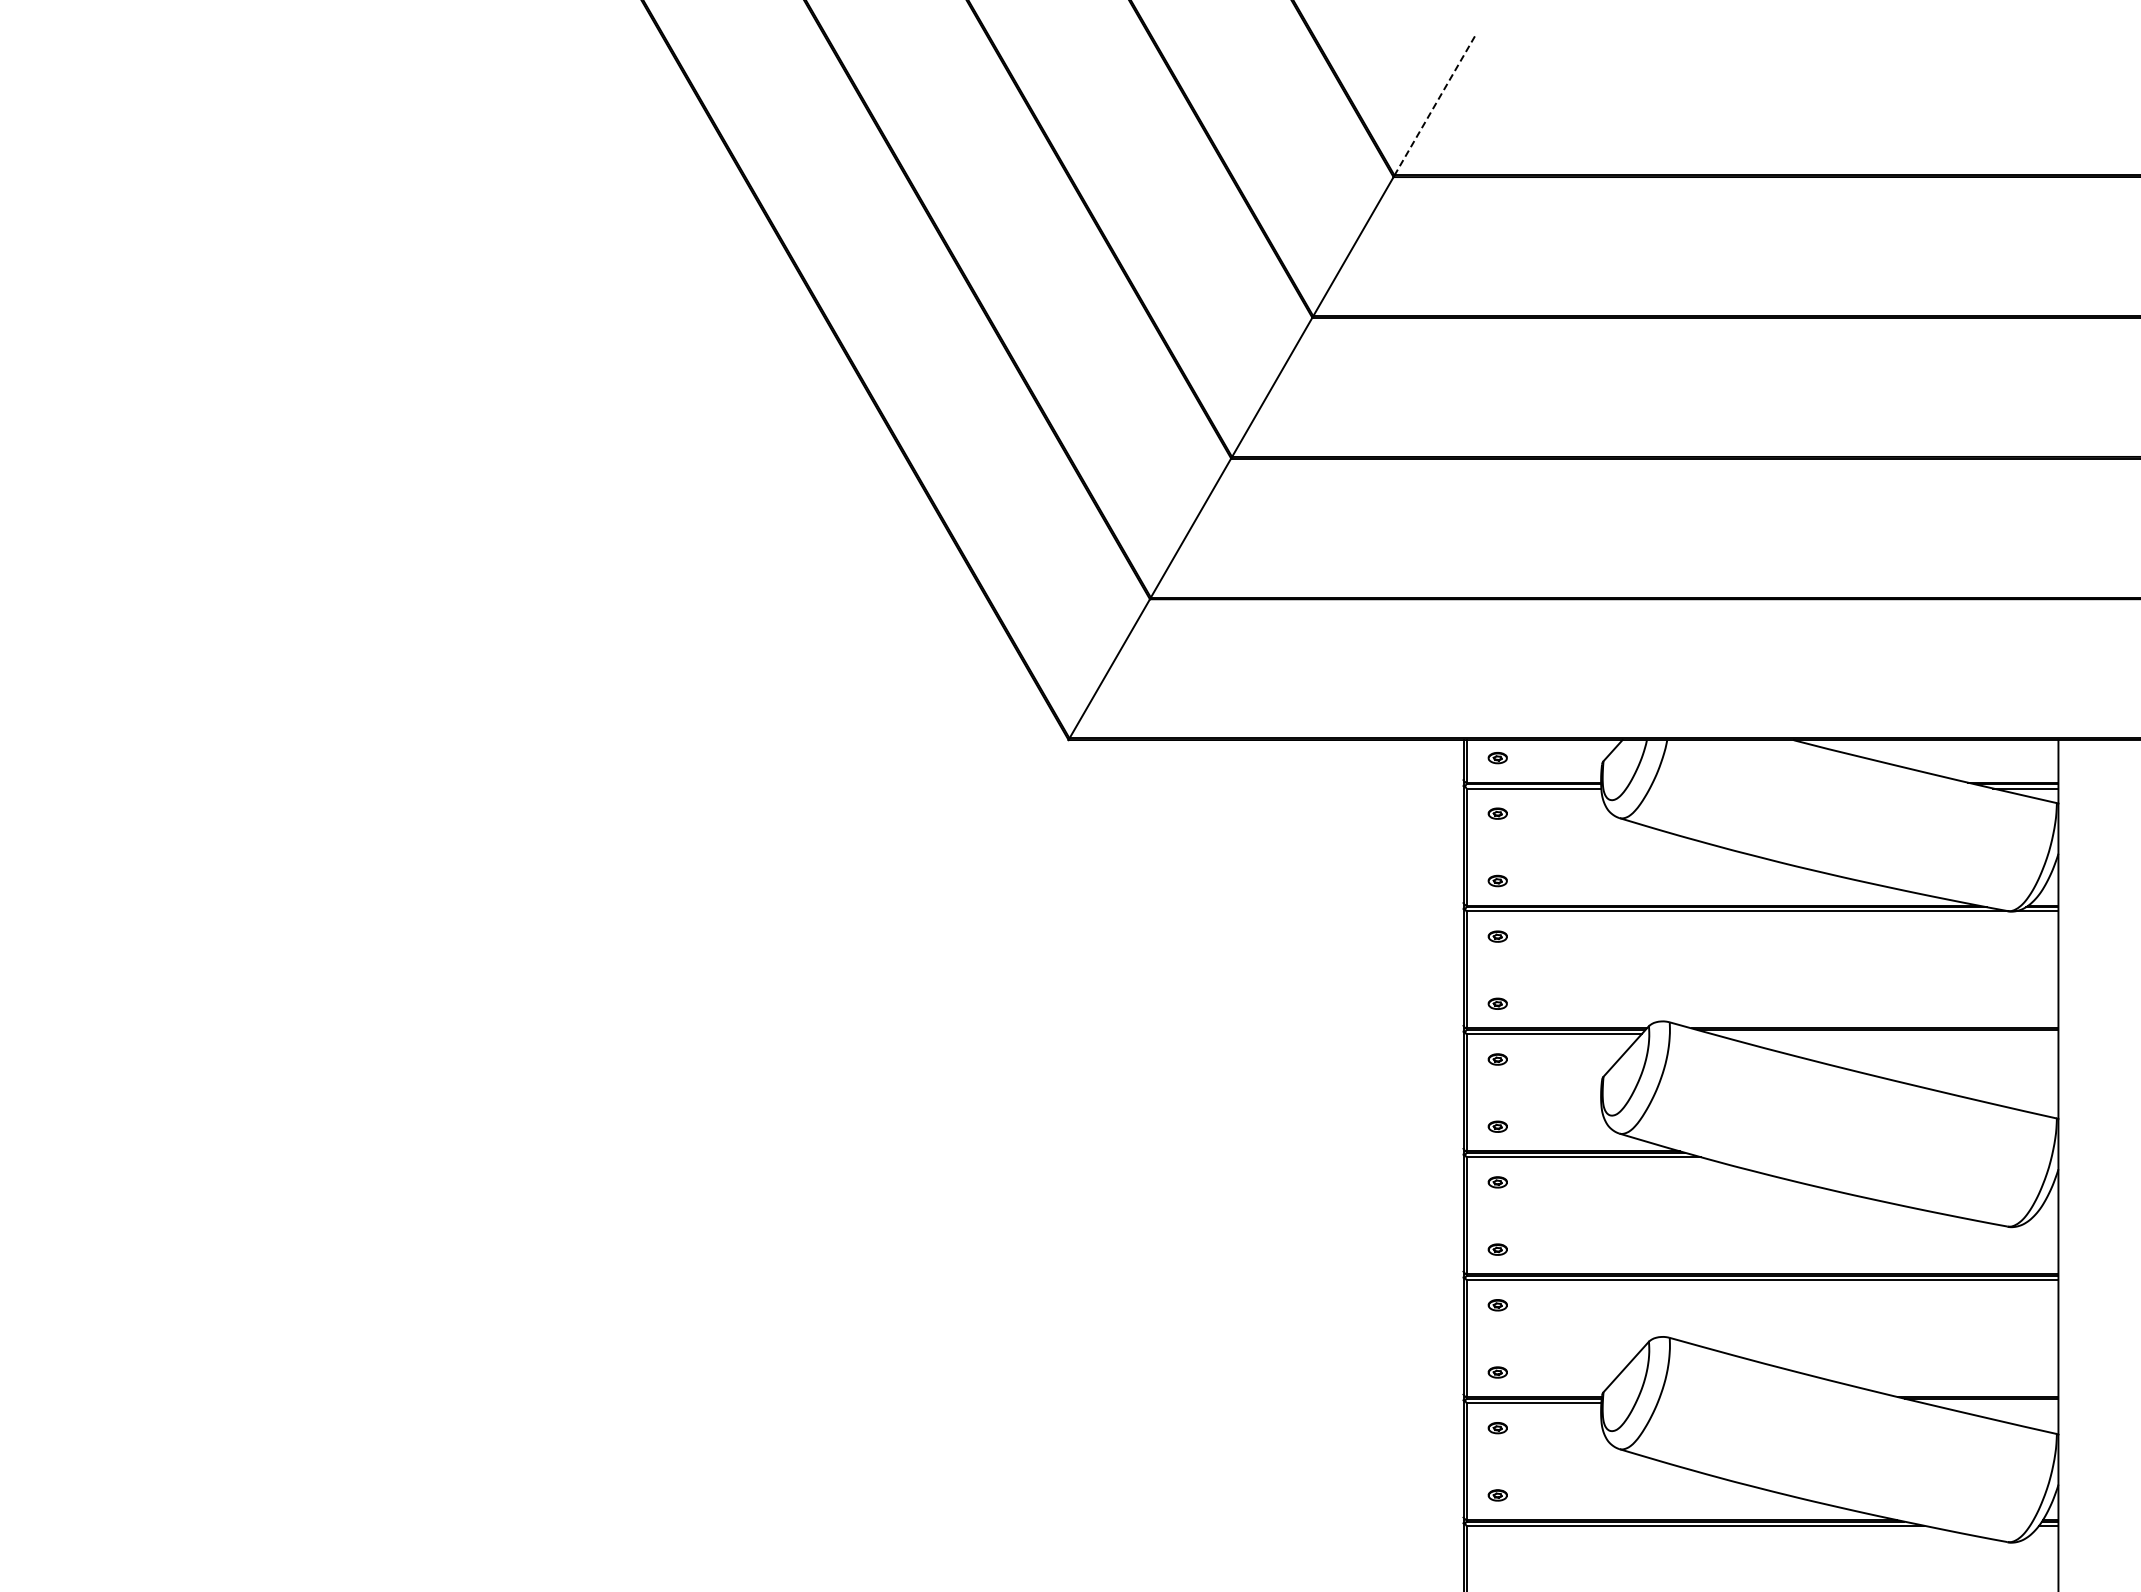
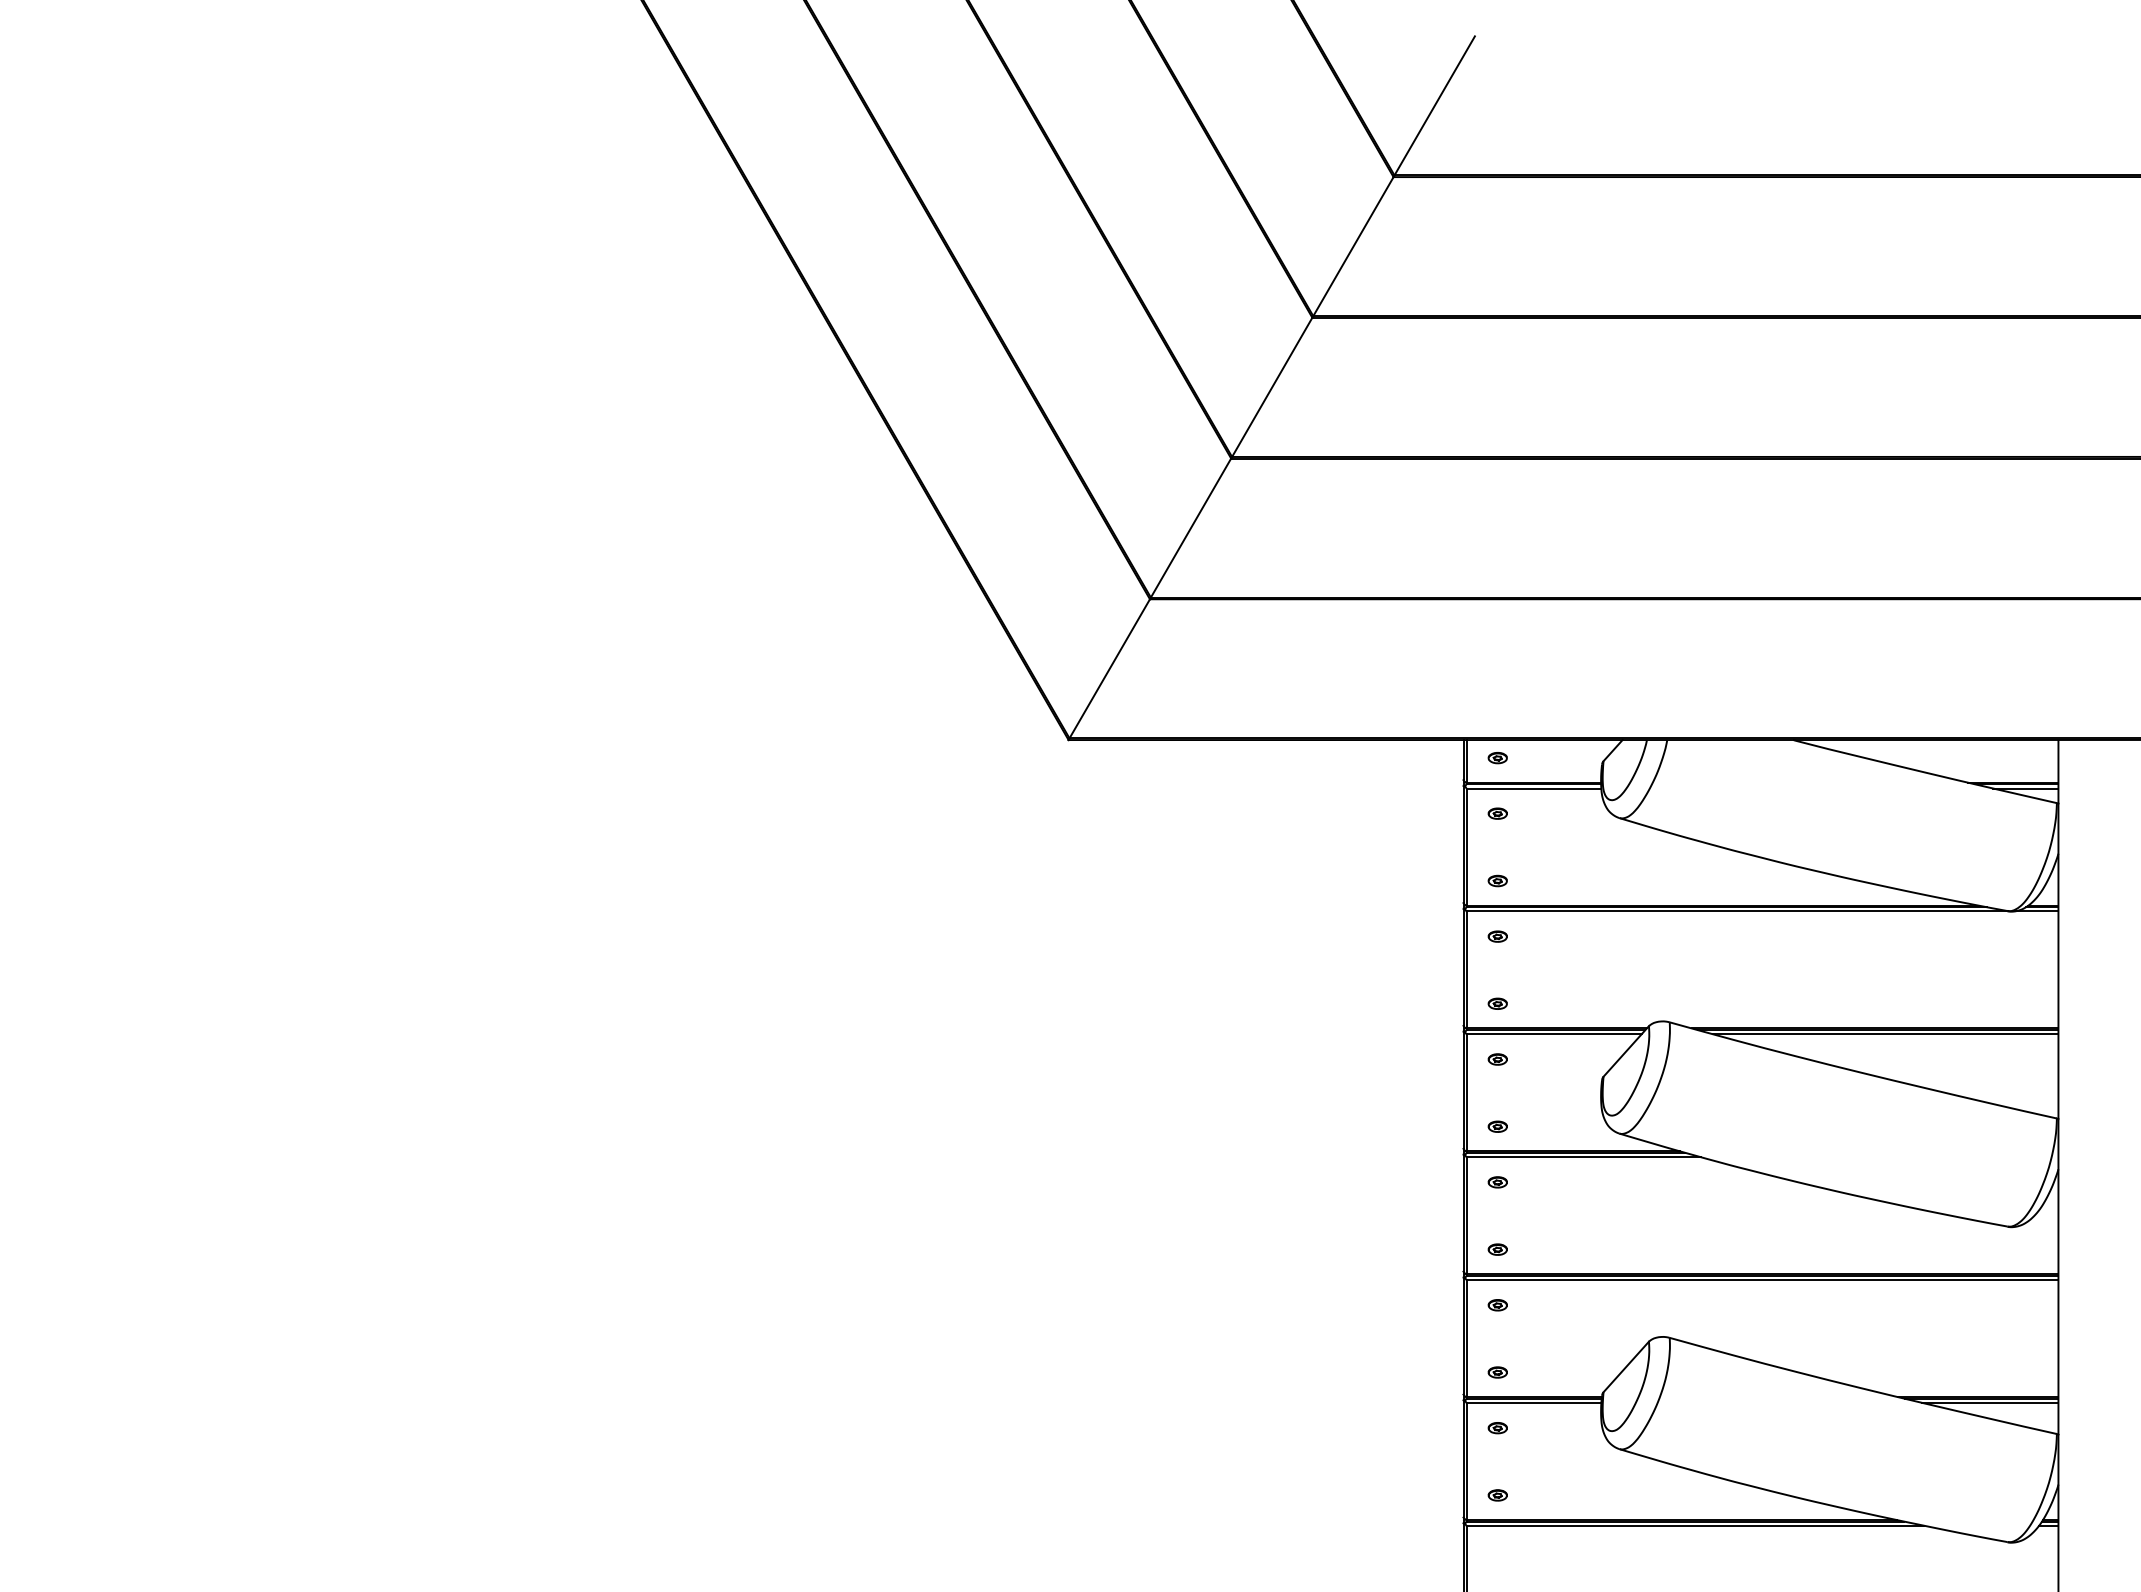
line at (1434, 106): dashed -> solid
line at (1885, 1034): none -> present
line at (1990, 1402): none -> present
